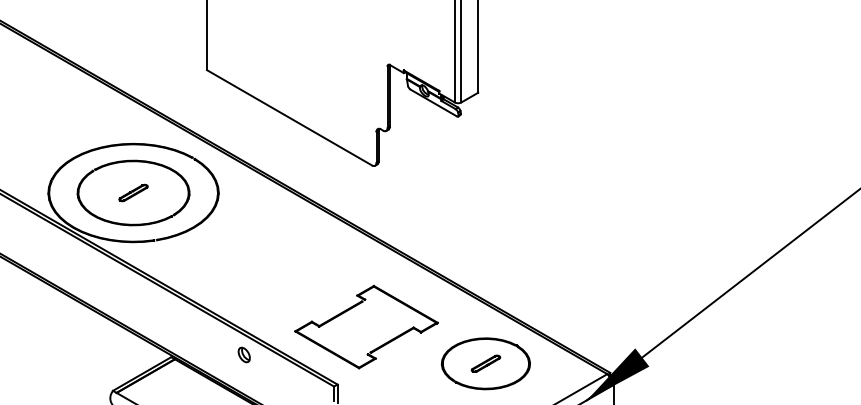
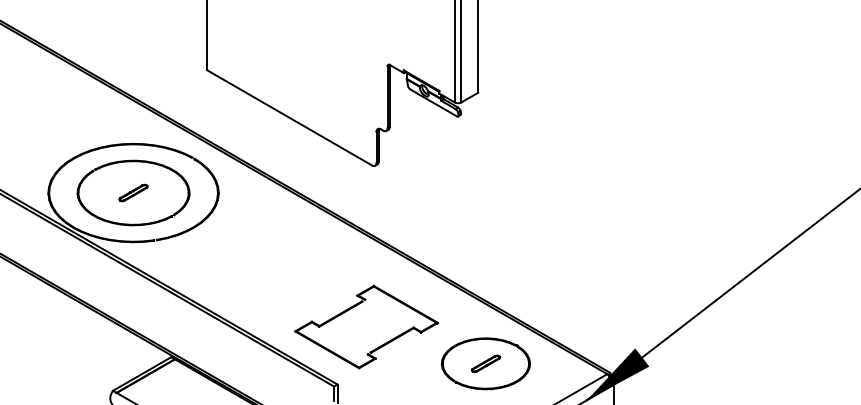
part at (243, 354): present -> none
